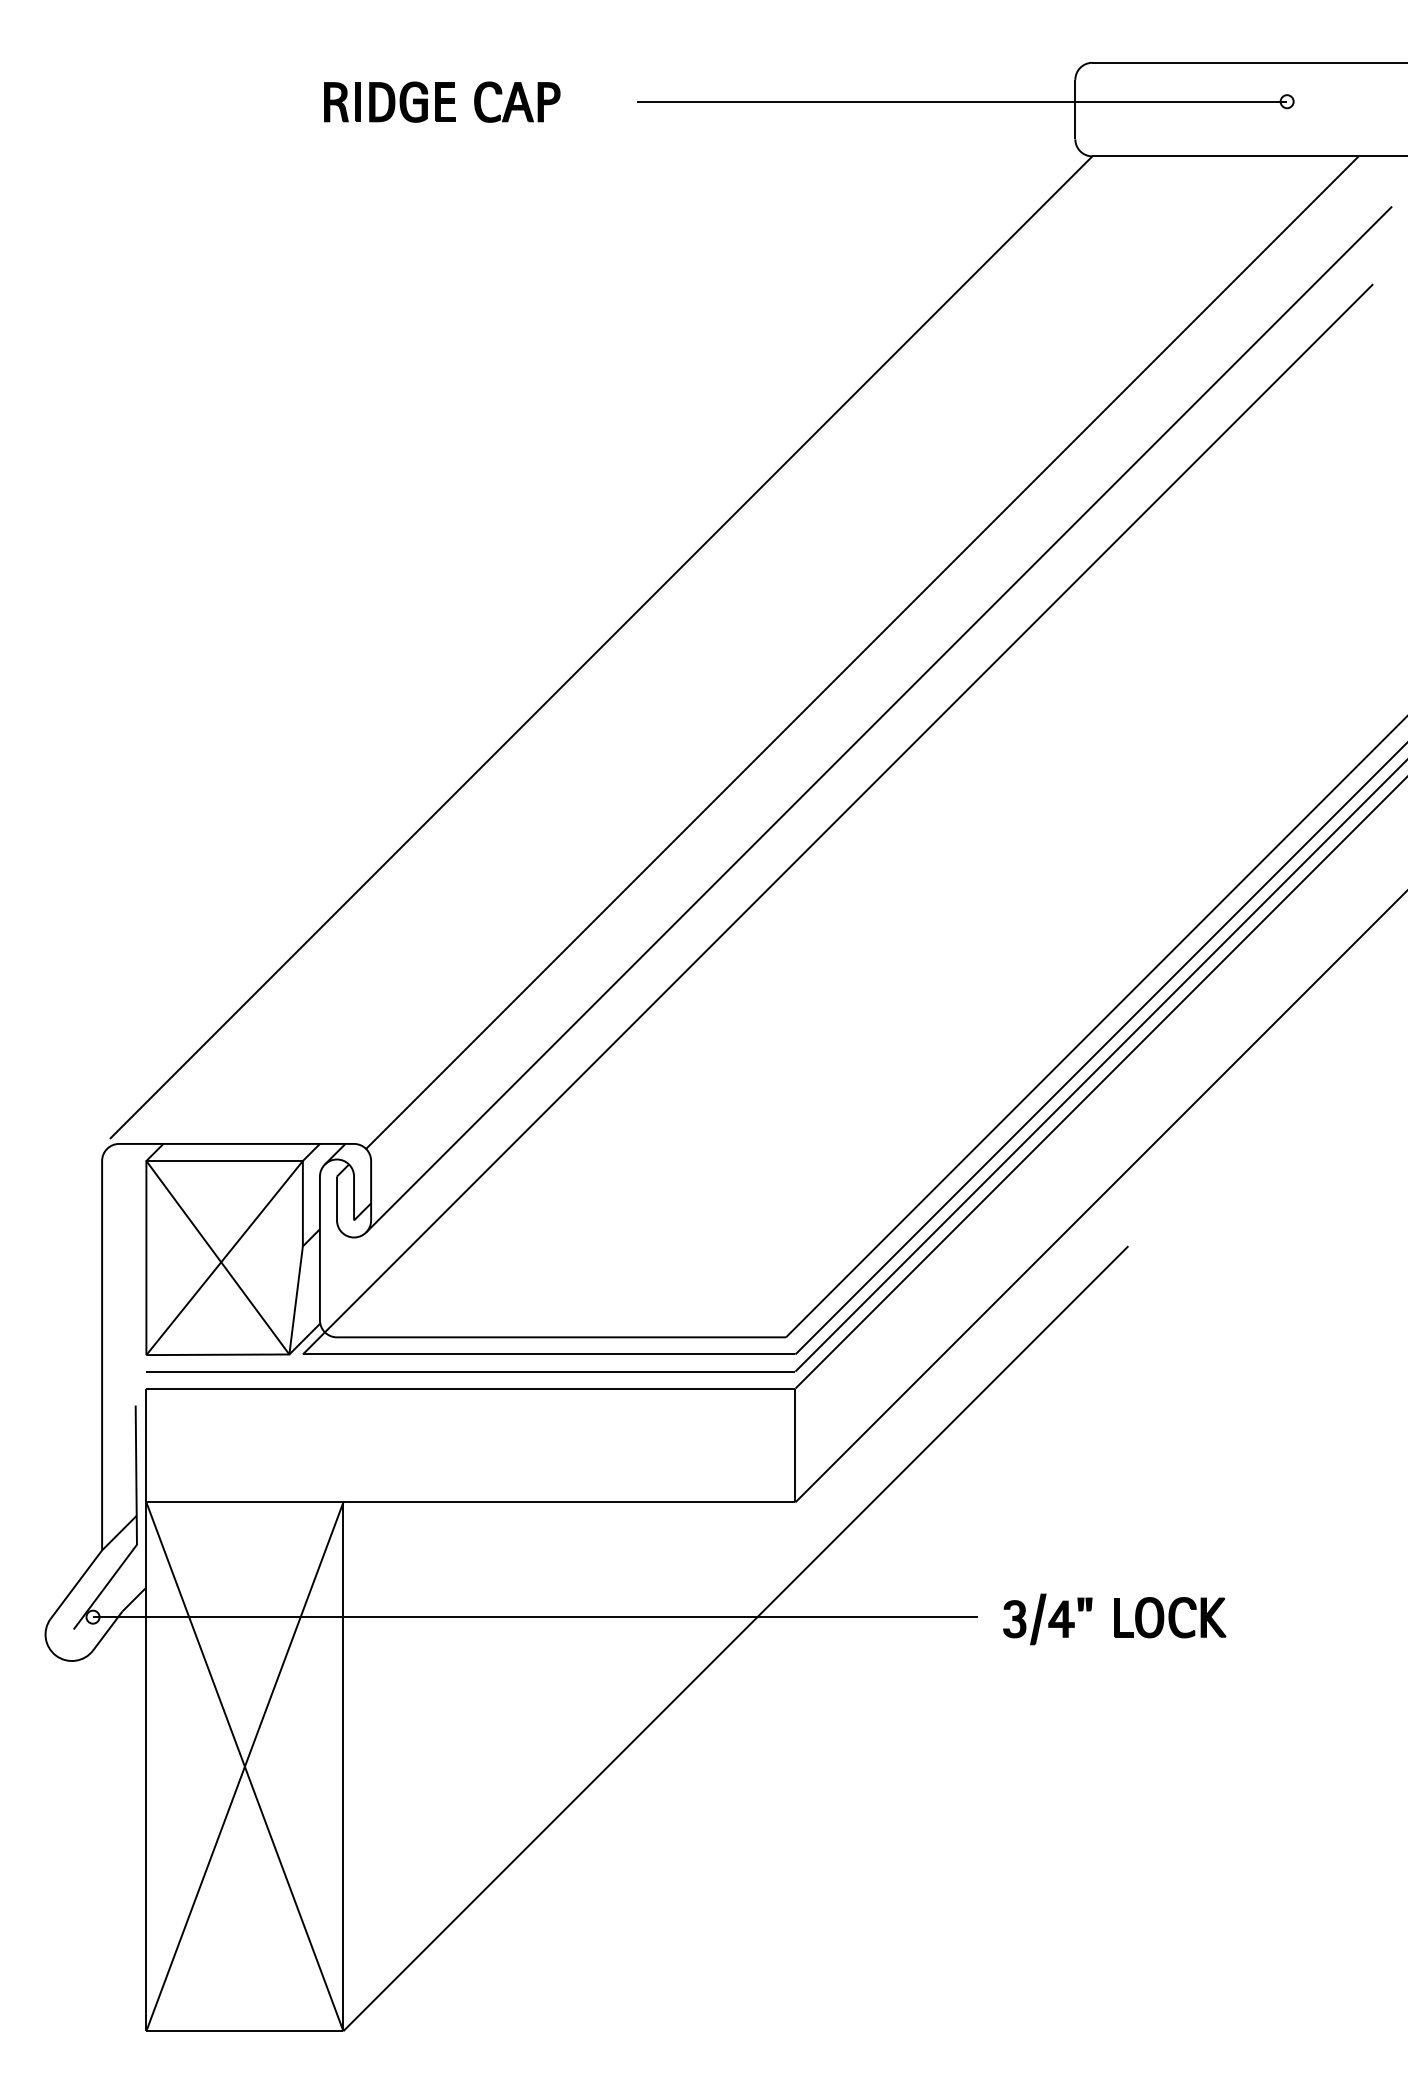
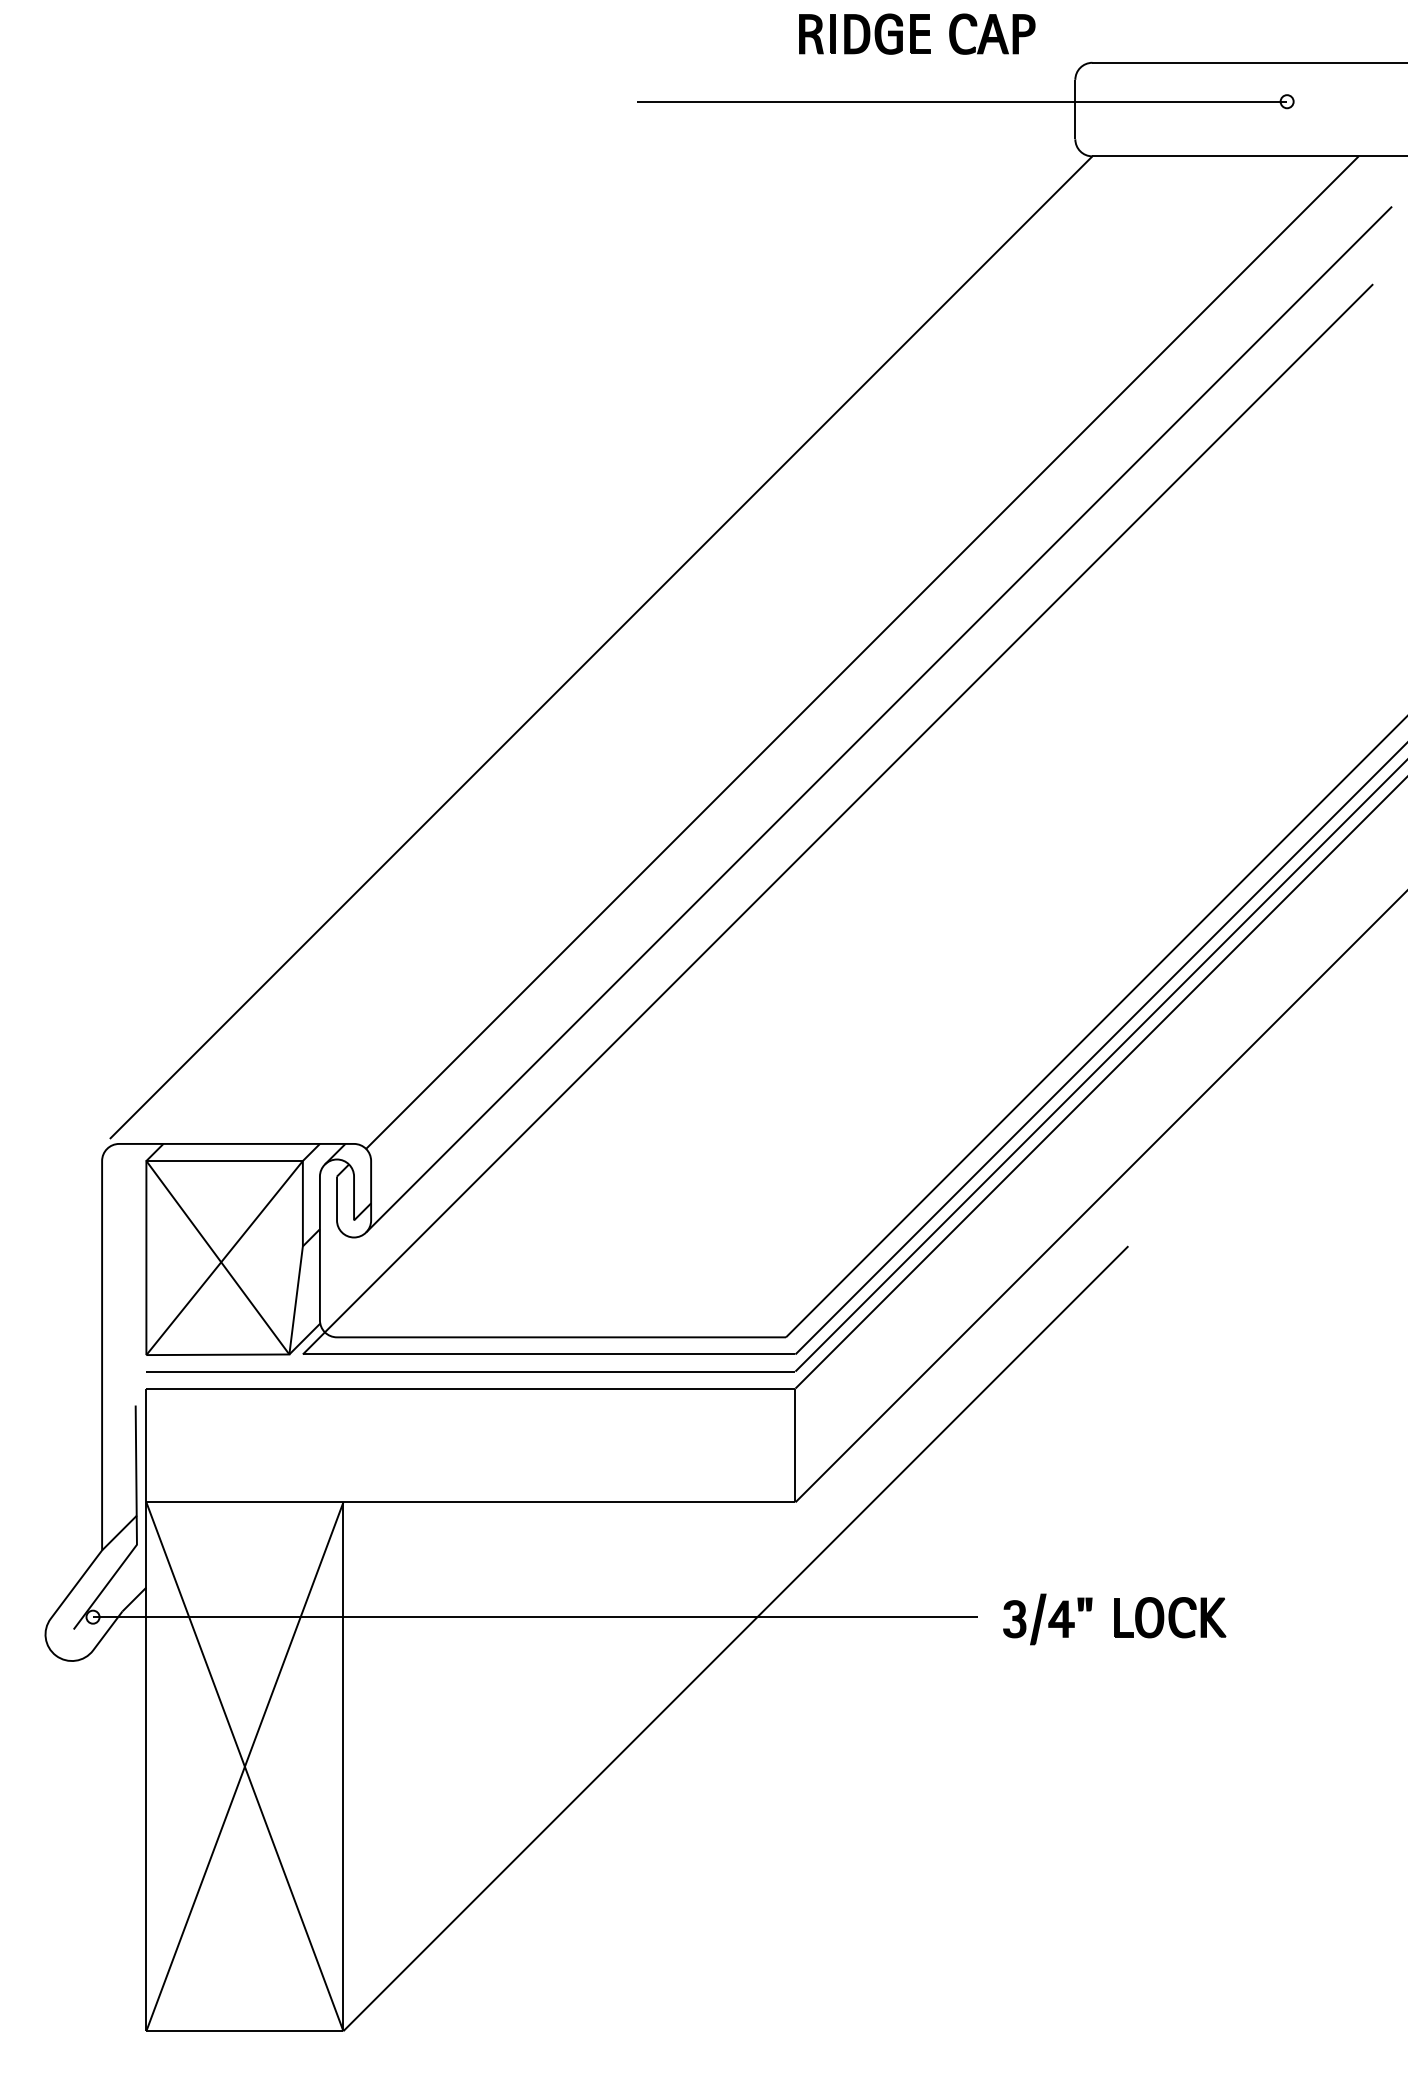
part at (442, 101) position: (442, 101) -> (917, 33)
